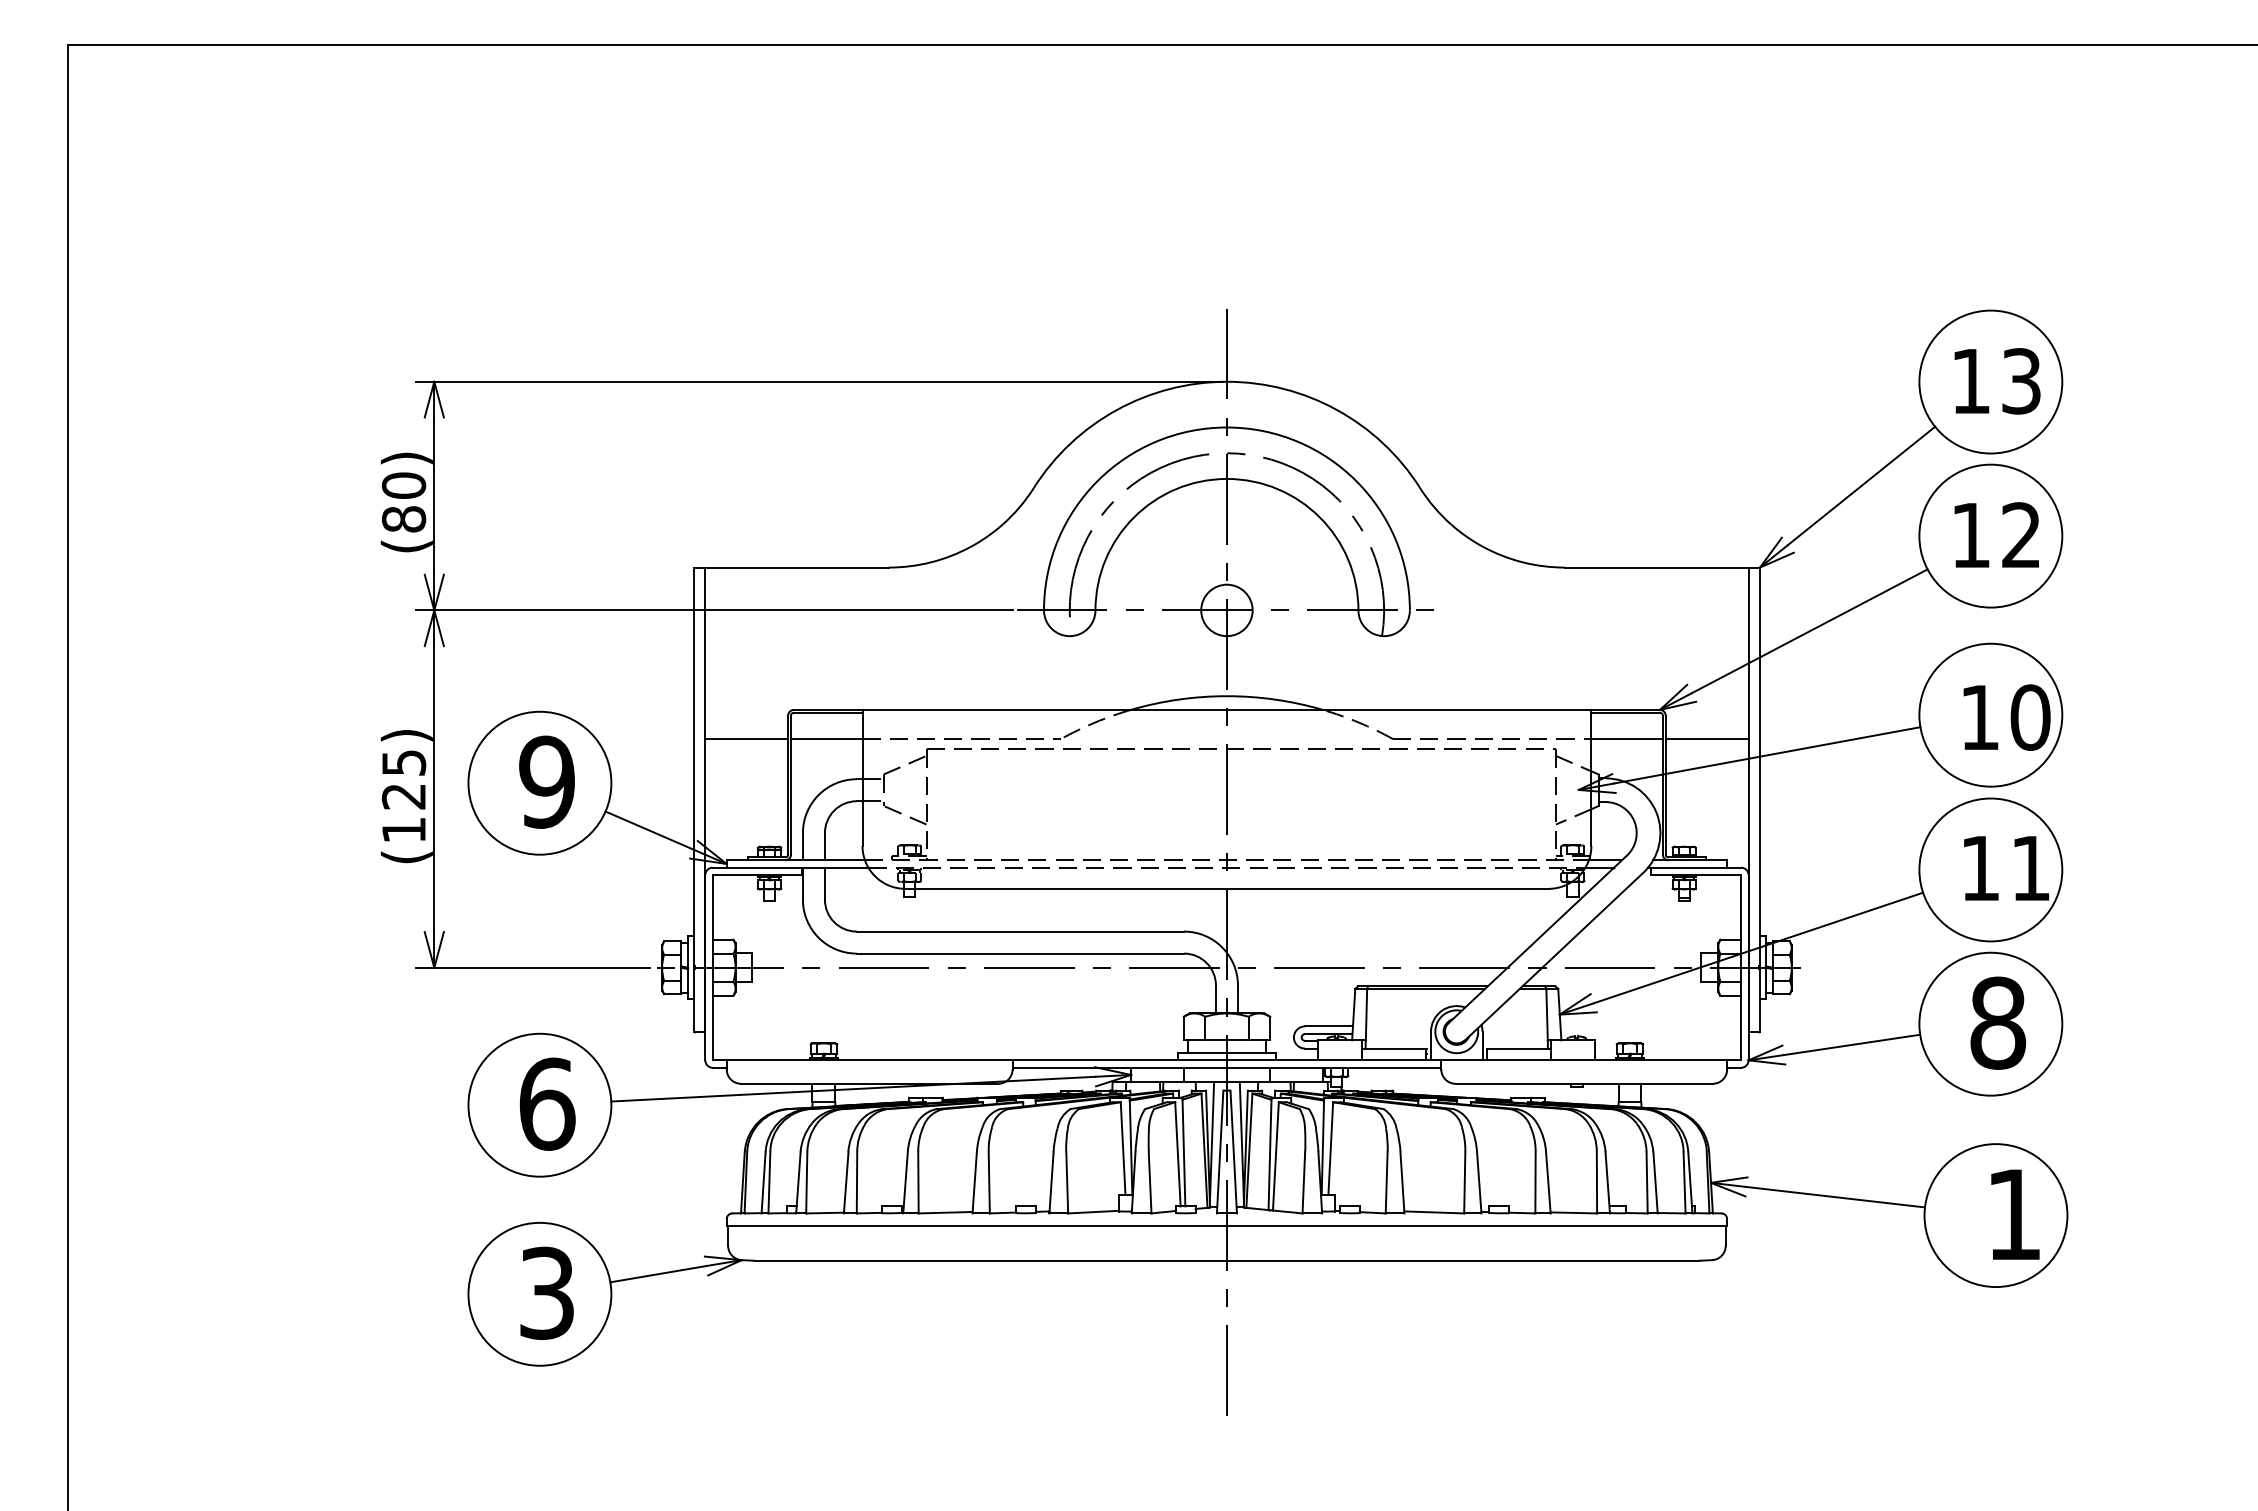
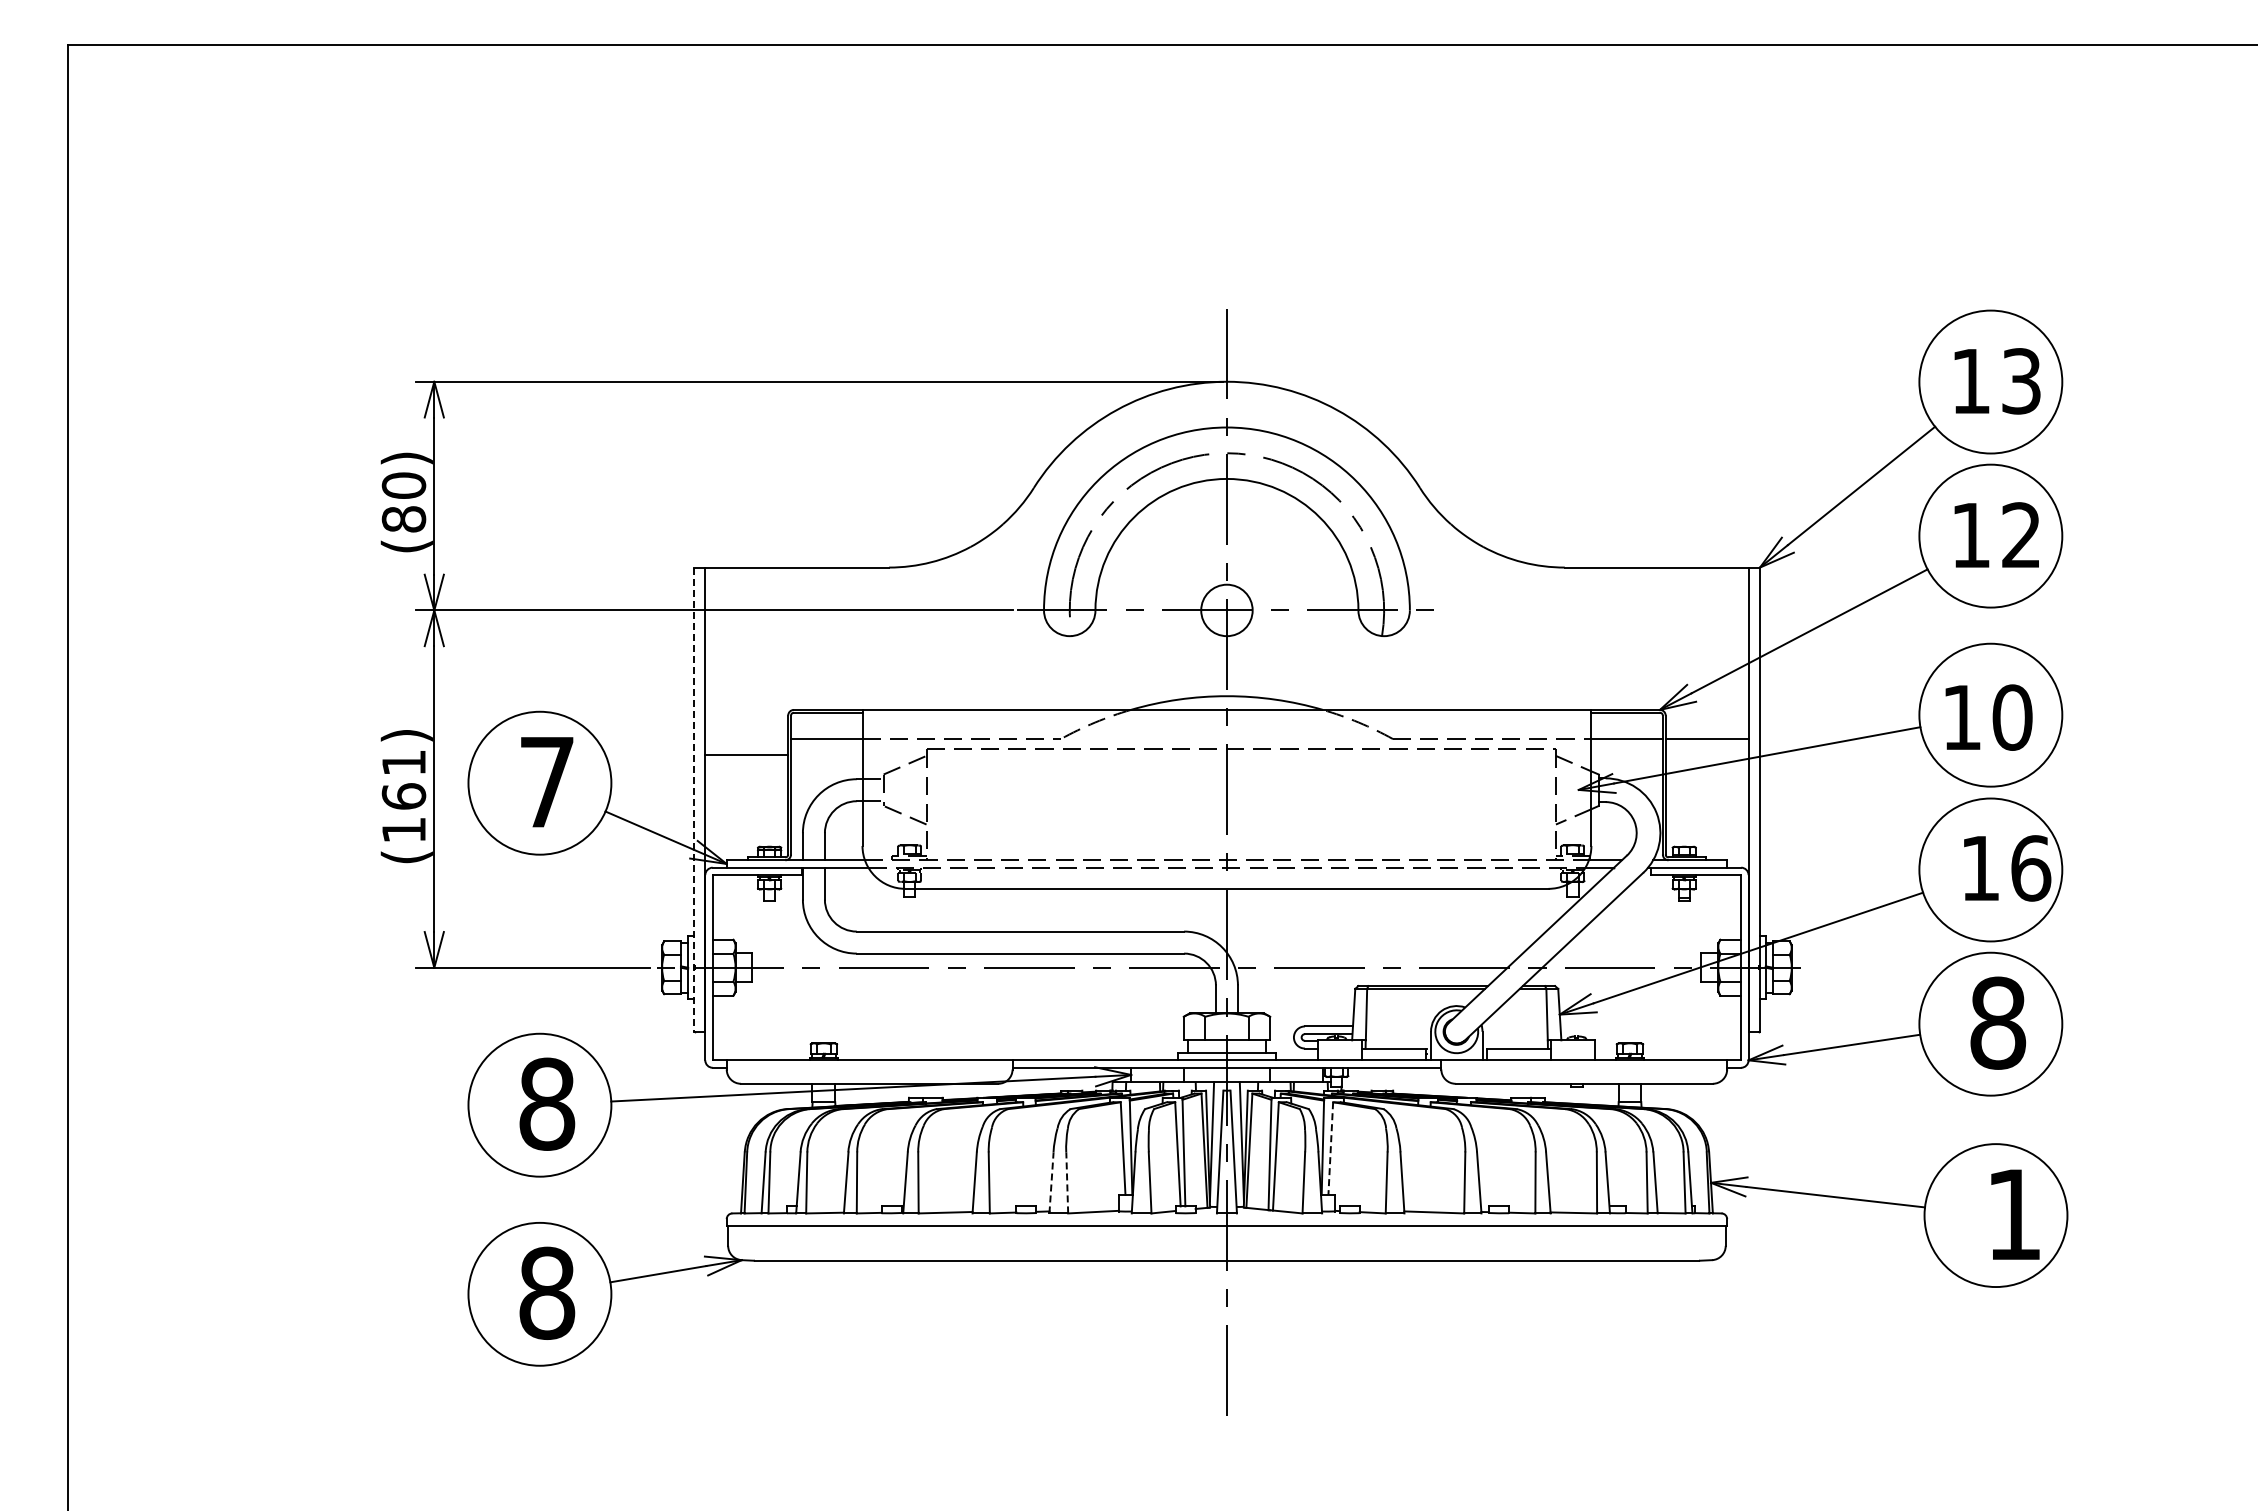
text at (2006, 717) position: (2006, 717) -> (1988, 717)
line at (746, 739) position: (746, 739) -> (746, 755)
text at (403, 779): (125) -> (161)
text at (546, 781): 9 -> 7
line at (693, 800): solid -> dashed
text at (2031, 868): 11 -> 16
text at (547, 1103): 6 -> 8
line at (1330, 1149): solid -> dashed
line at (1051, 1182): solid -> dashed
line at (1067, 1182): solid -> dashed
text at (547, 1292): 3 -> 8
